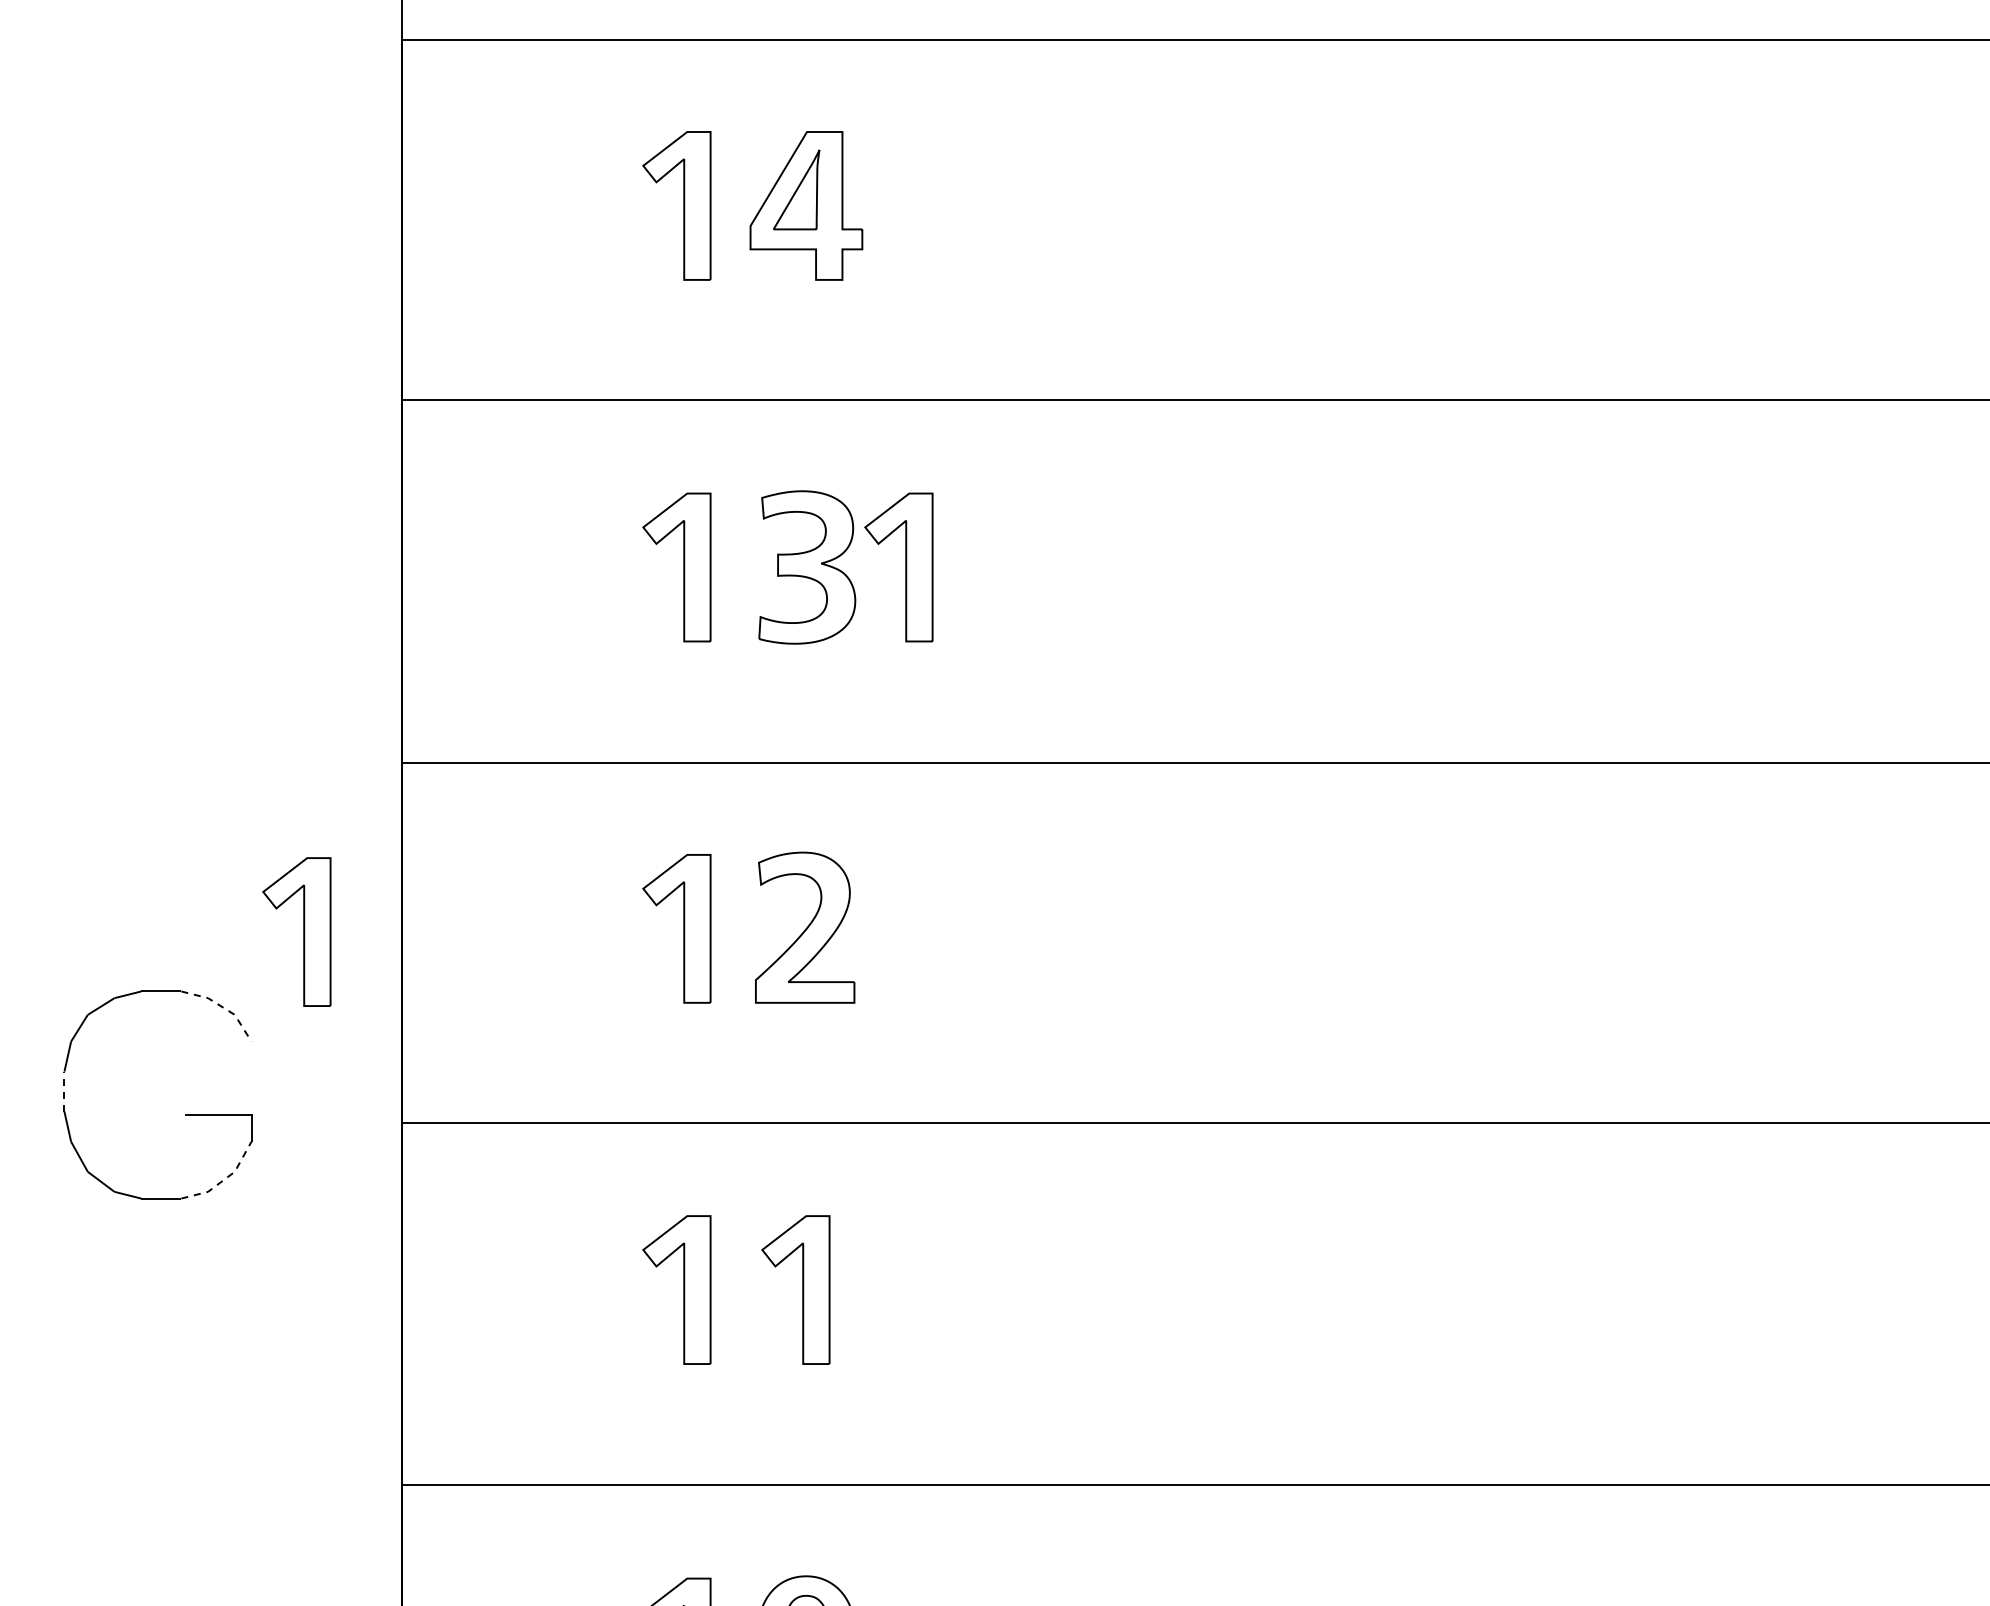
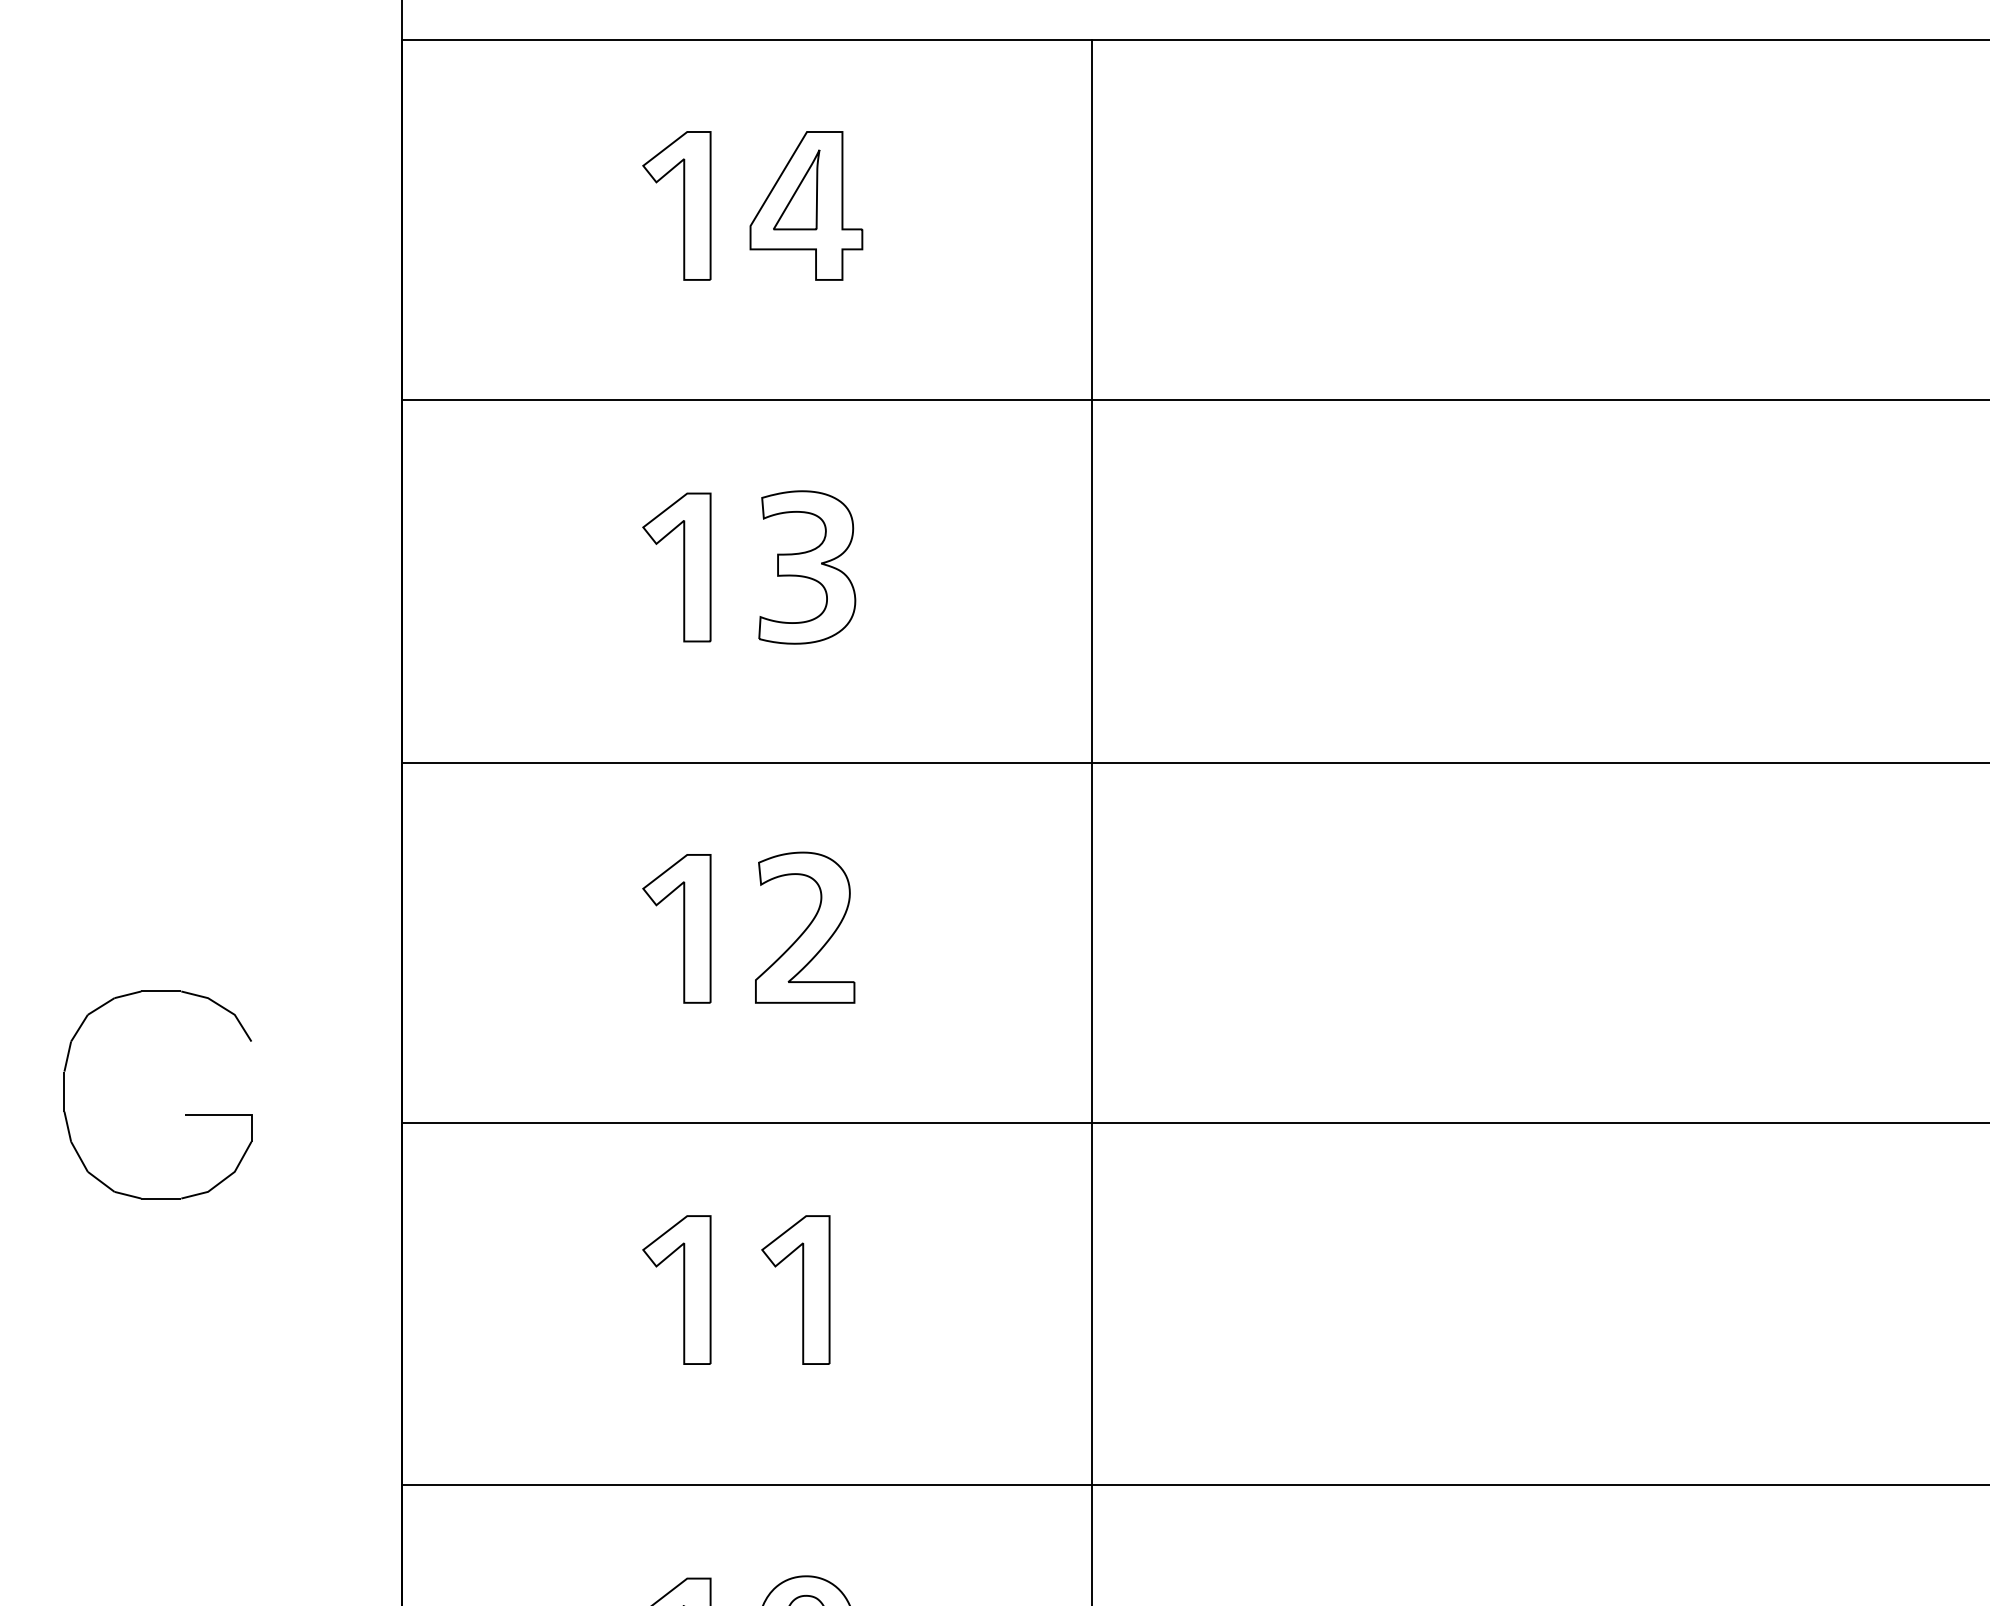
part at (905, 567): present -> none
line at (1092, 820): none -> present
part at (303, 931): present -> none
line at (223, 1007): dashed -> solid
line at (64, 1091): dashed -> solid
line at (224, 1179): dashed -> solid
